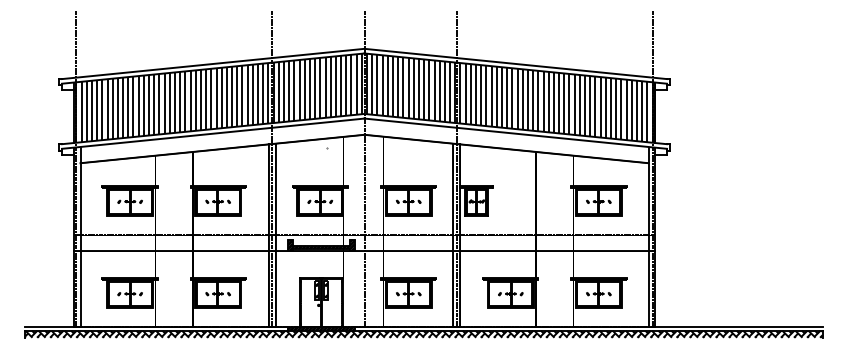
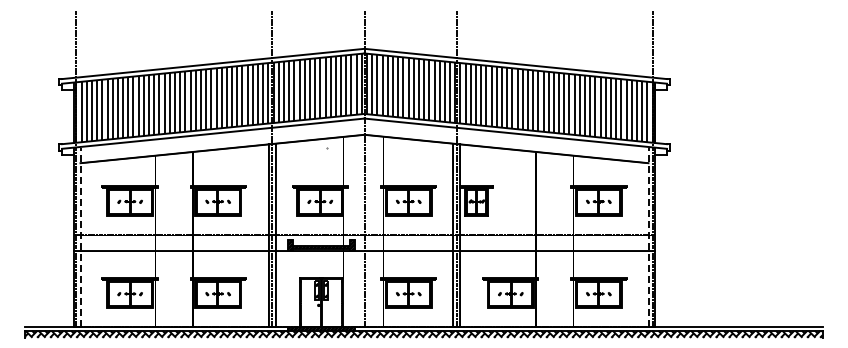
line at (80, 237): solid -> dashed
line at (648, 237): solid -> dashed
